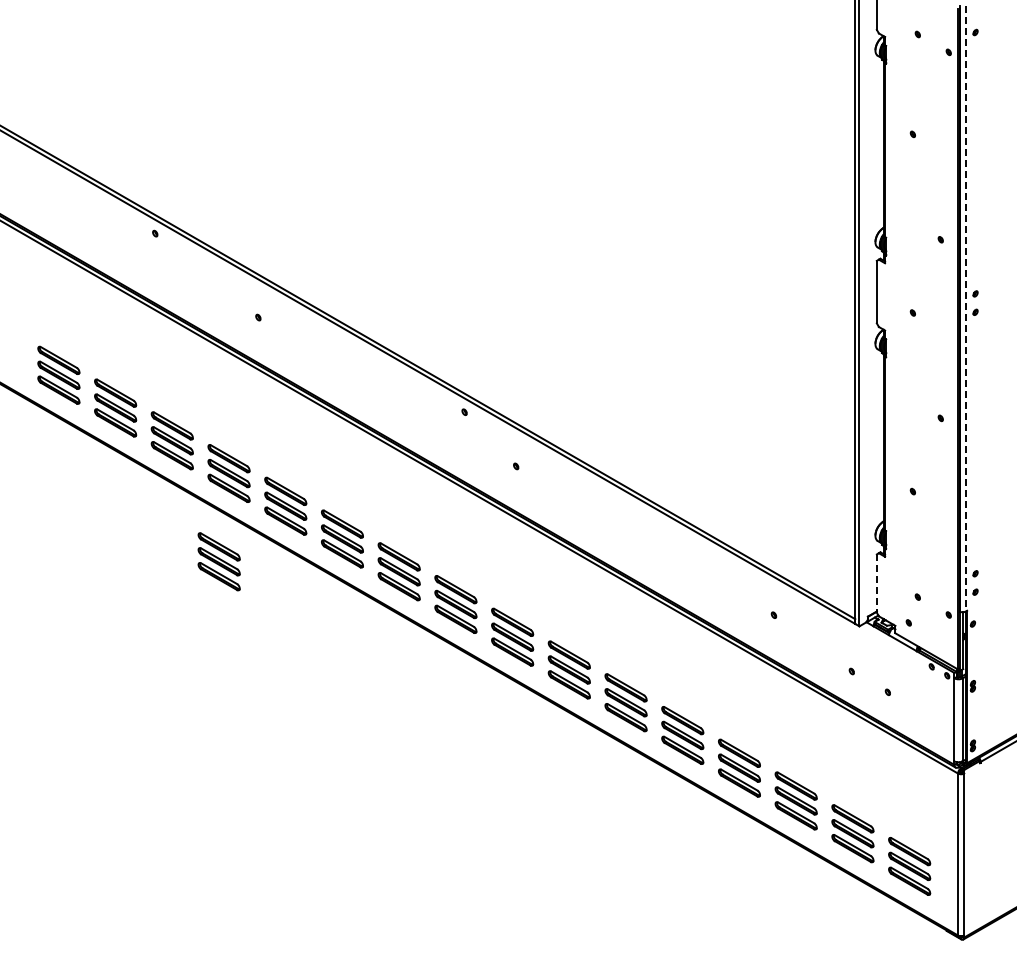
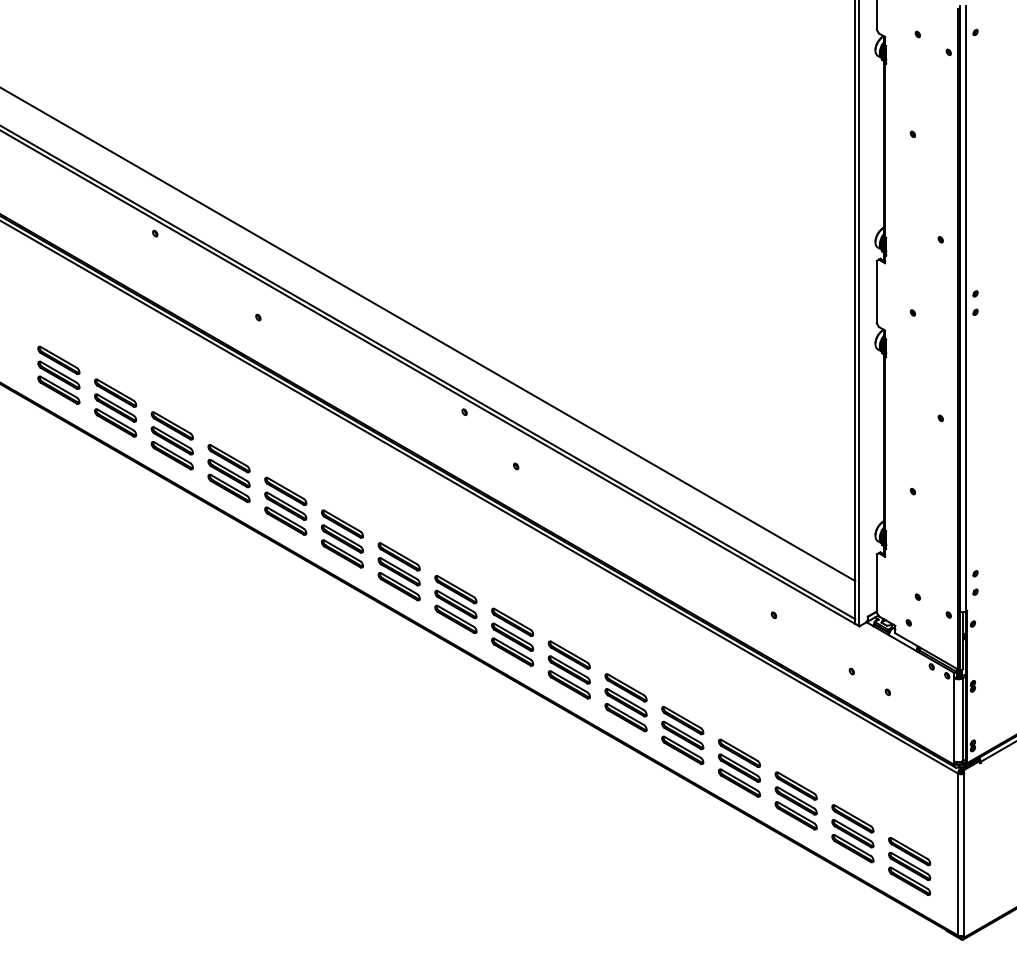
line at (965, 308): dashed -> solid
line at (428, 334): none -> present
part at (218, 561): present -> none
line at (876, 584): dashed -> solid
